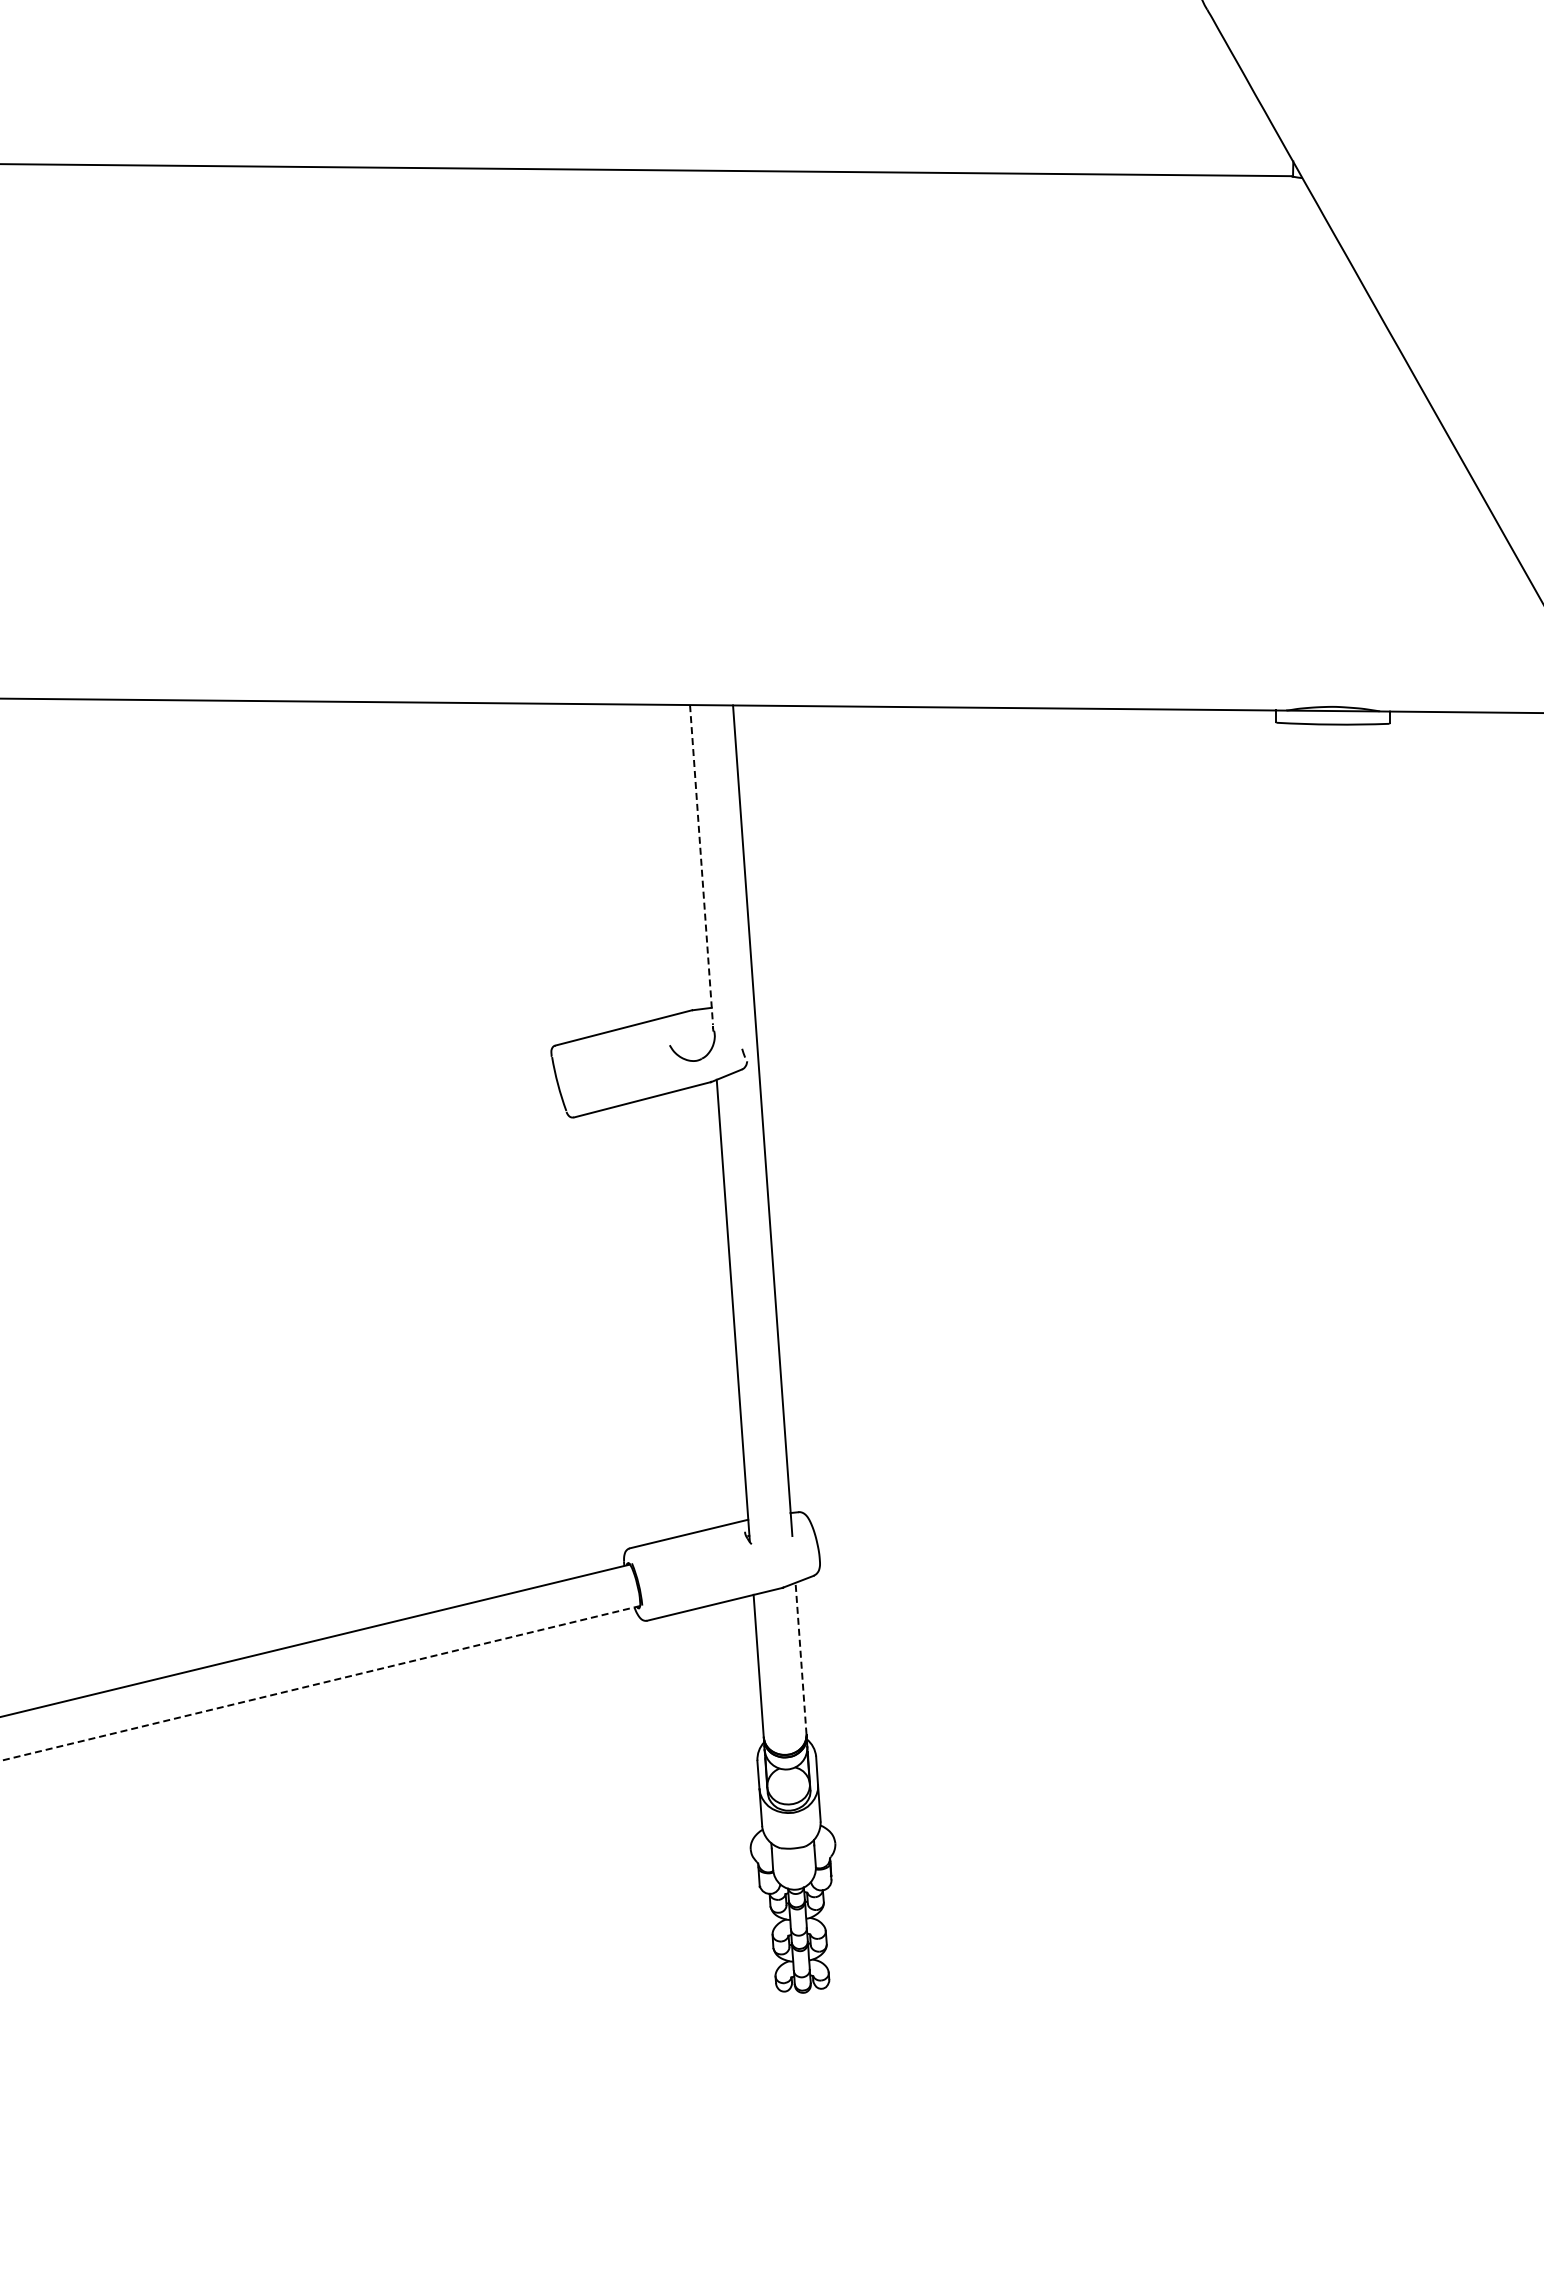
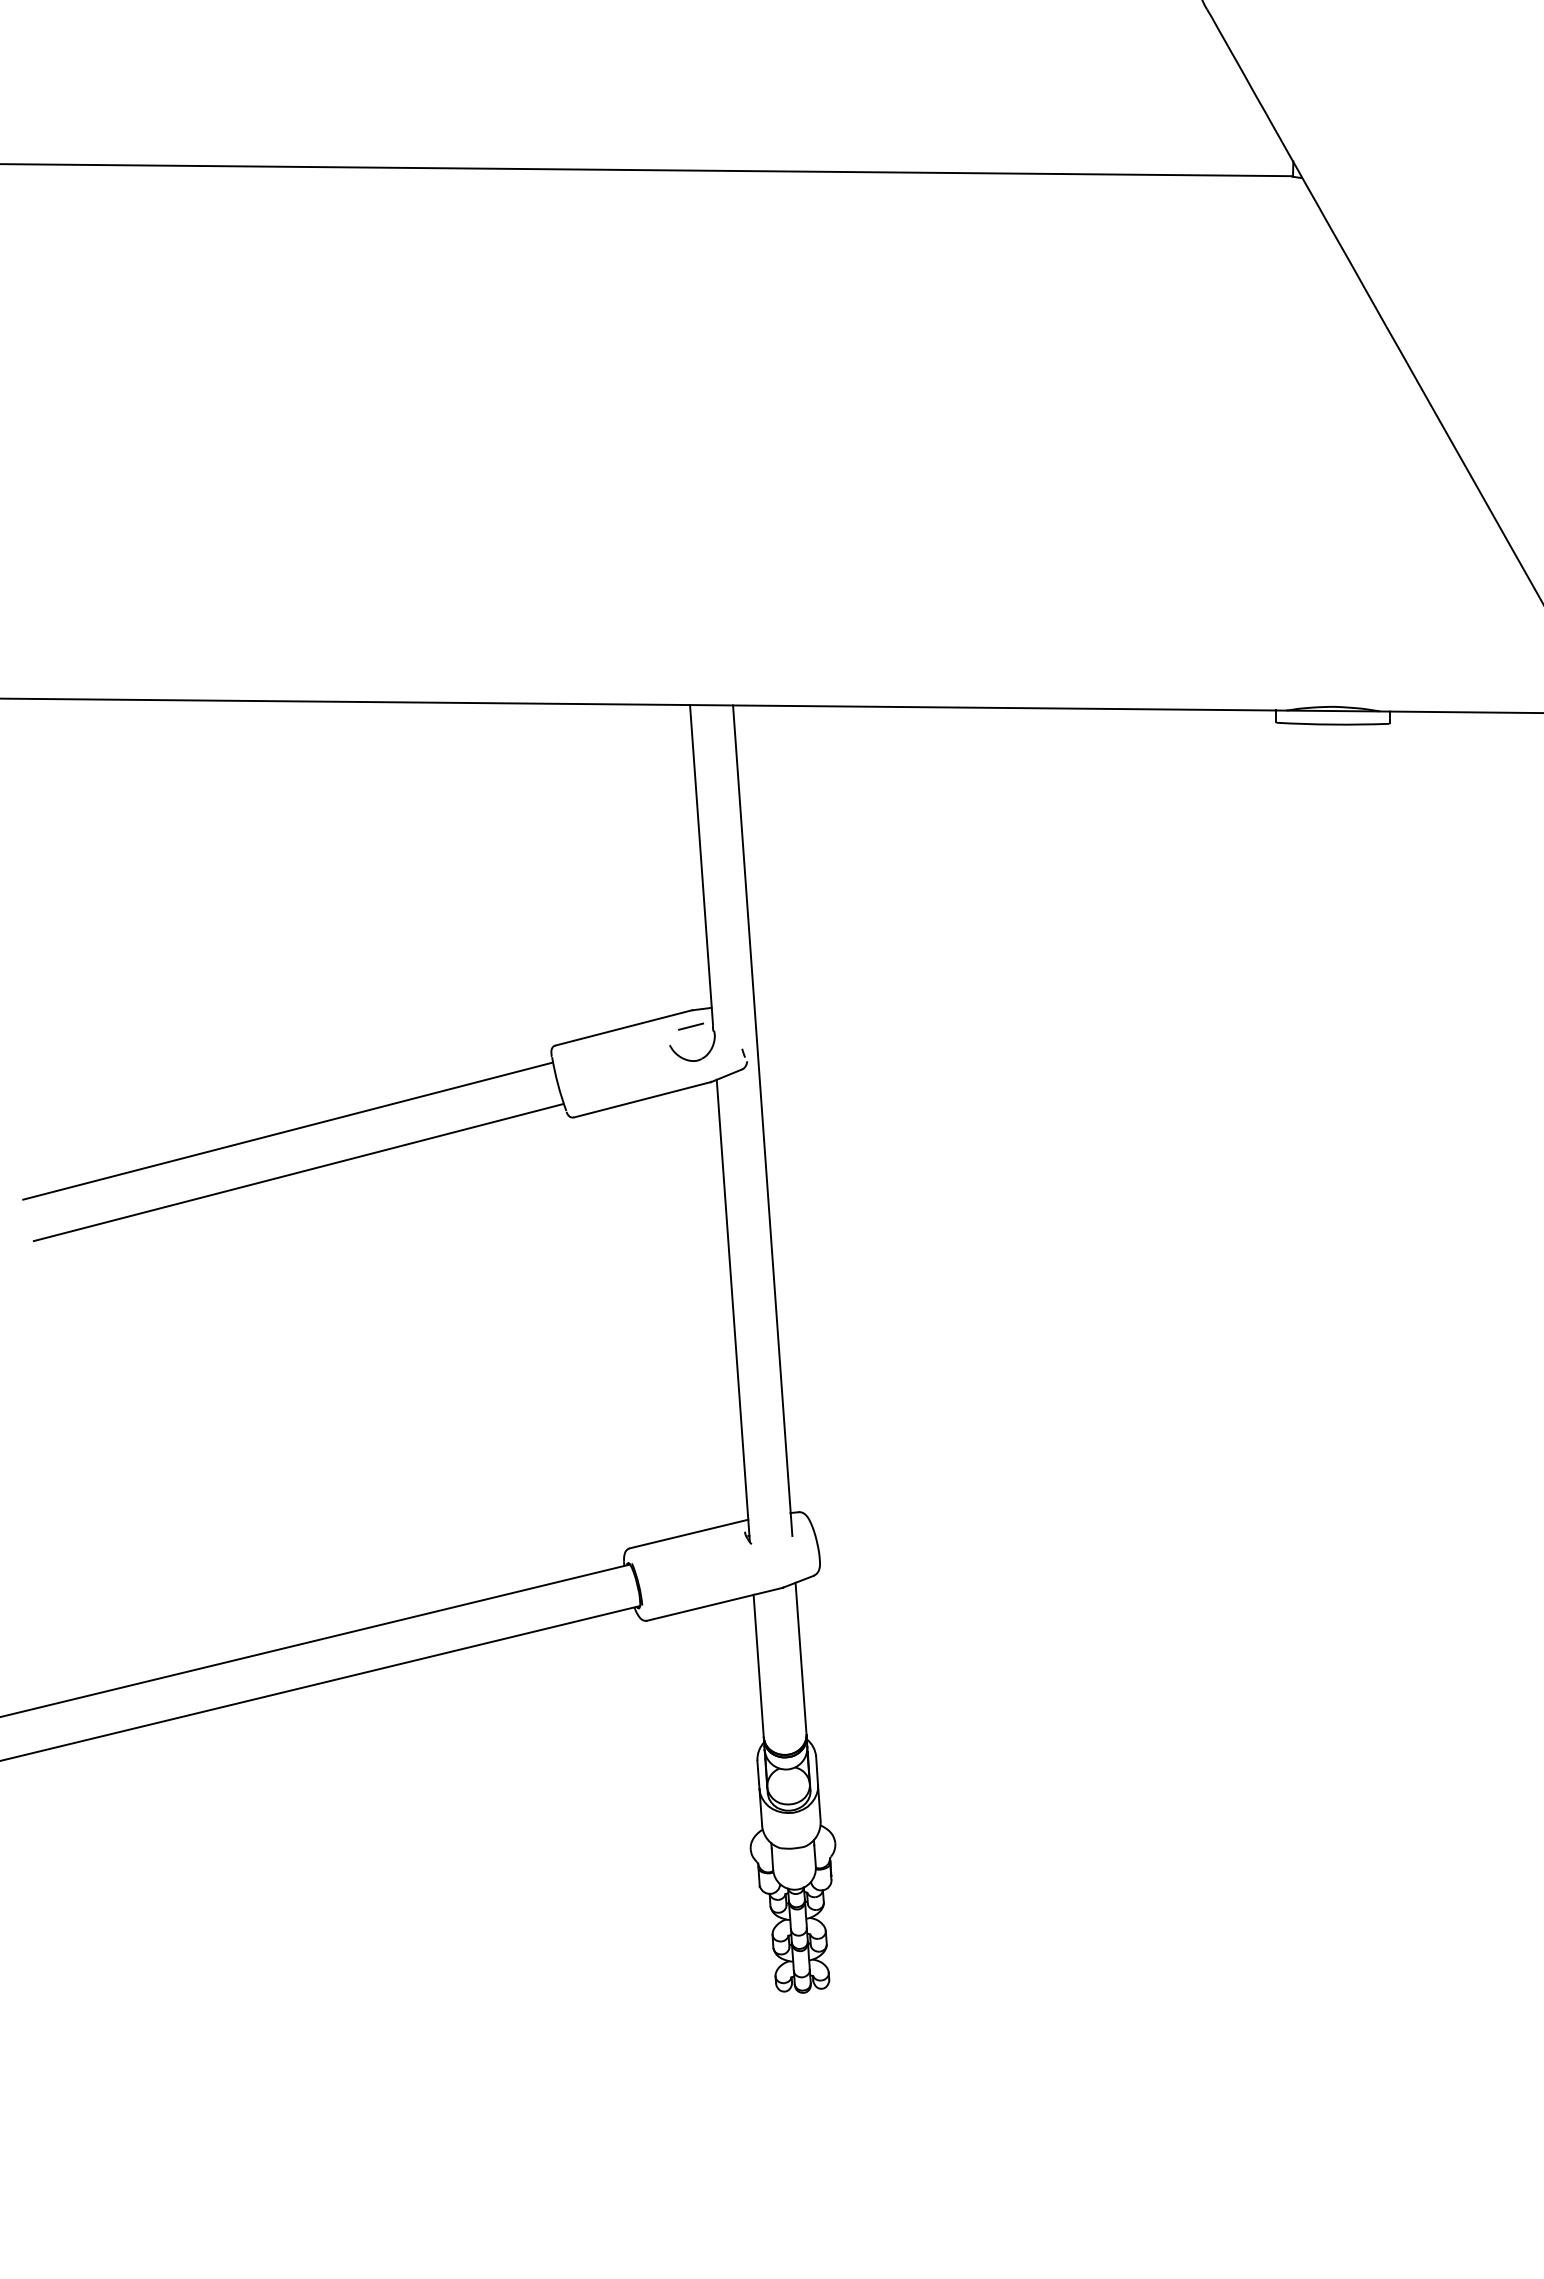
line at (701, 865): dashed -> solid
line at (691, 1026): none -> present
line at (287, 1130): none -> present
line at (298, 1172): none -> present
line at (801, 1658): dashed -> solid
line at (320, 1683): dashed -> solid
